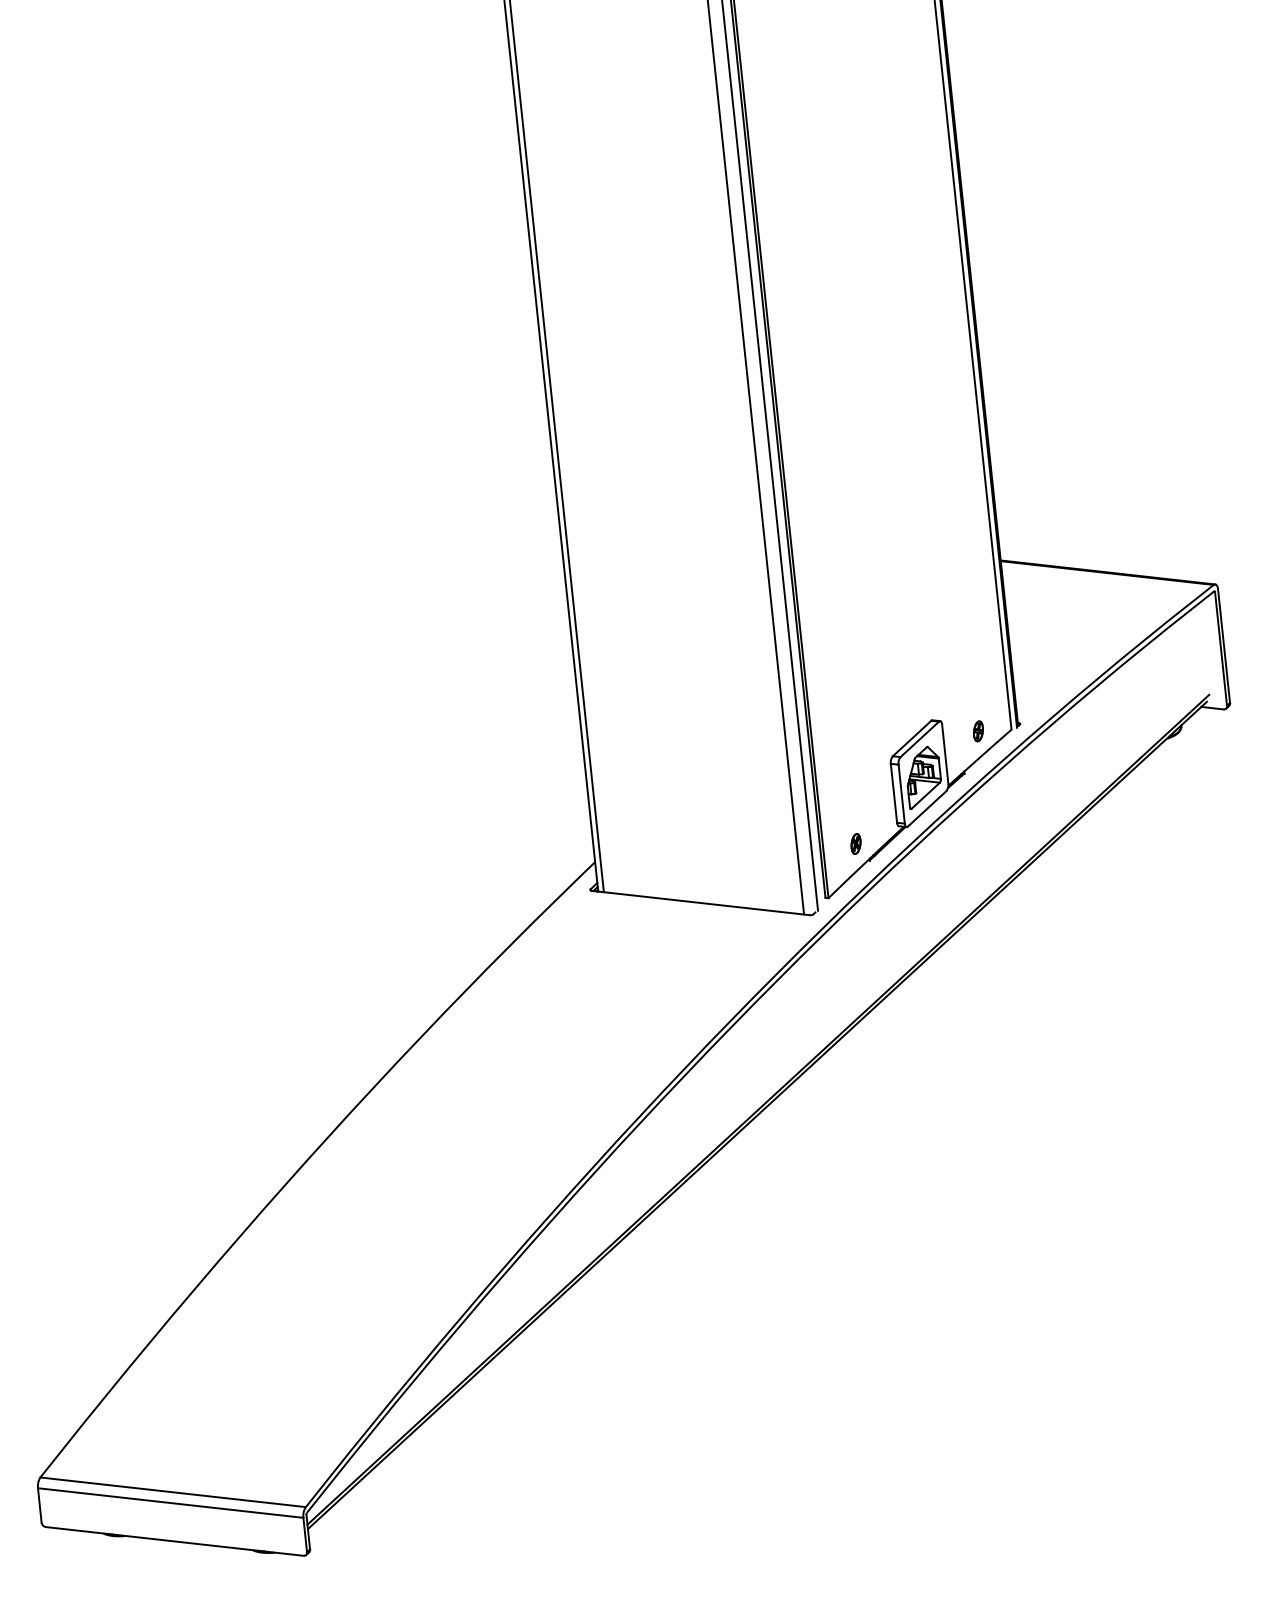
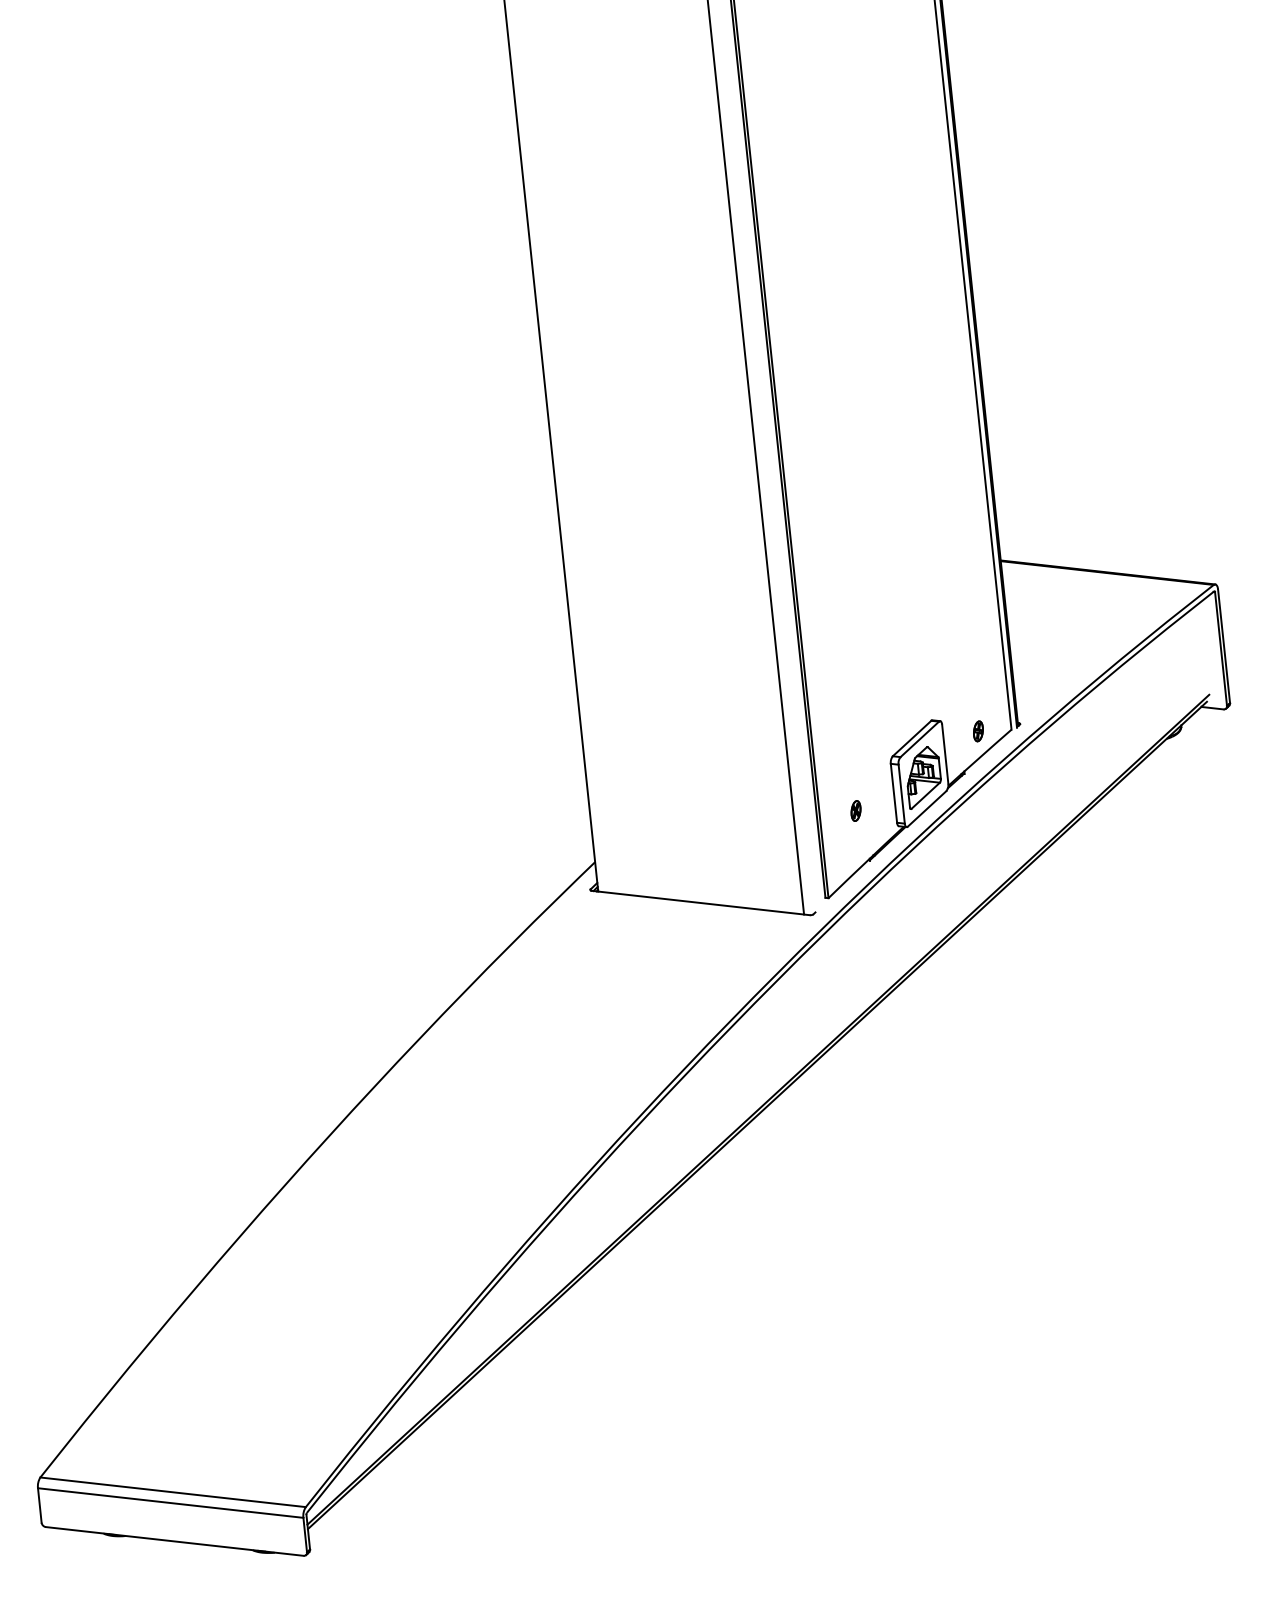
line at (556, 447): present -> none
line at (770, 456): present -> none
part at (855, 843) position: (855, 843) -> (855, 810)
